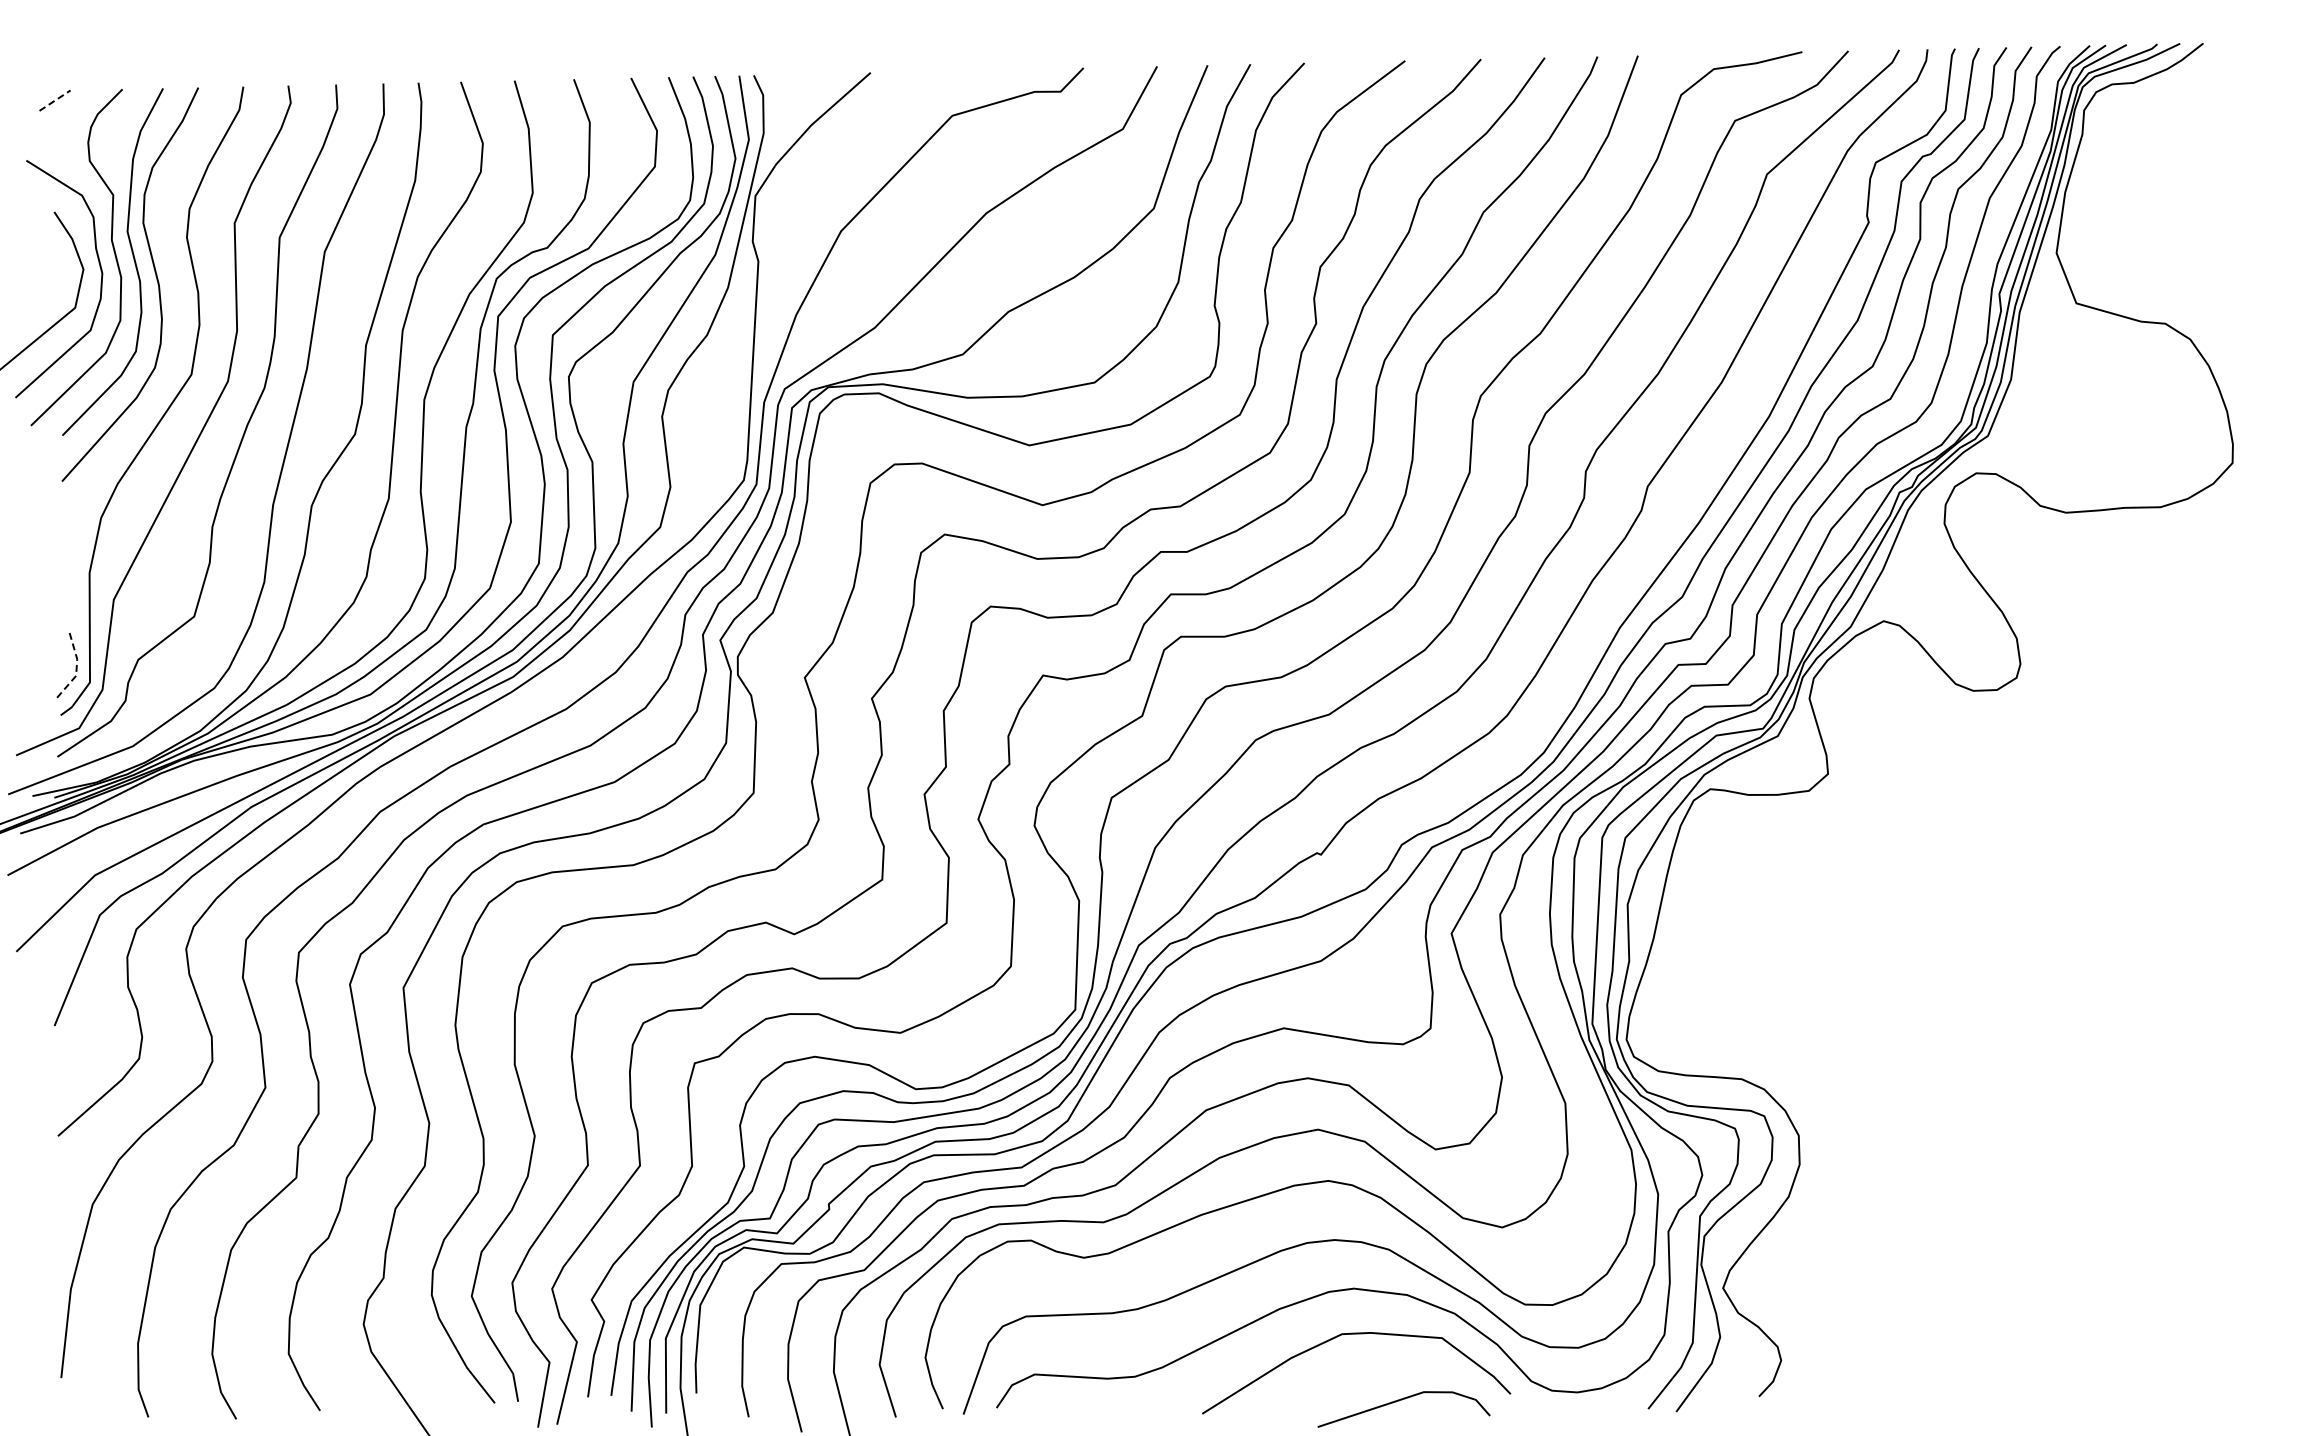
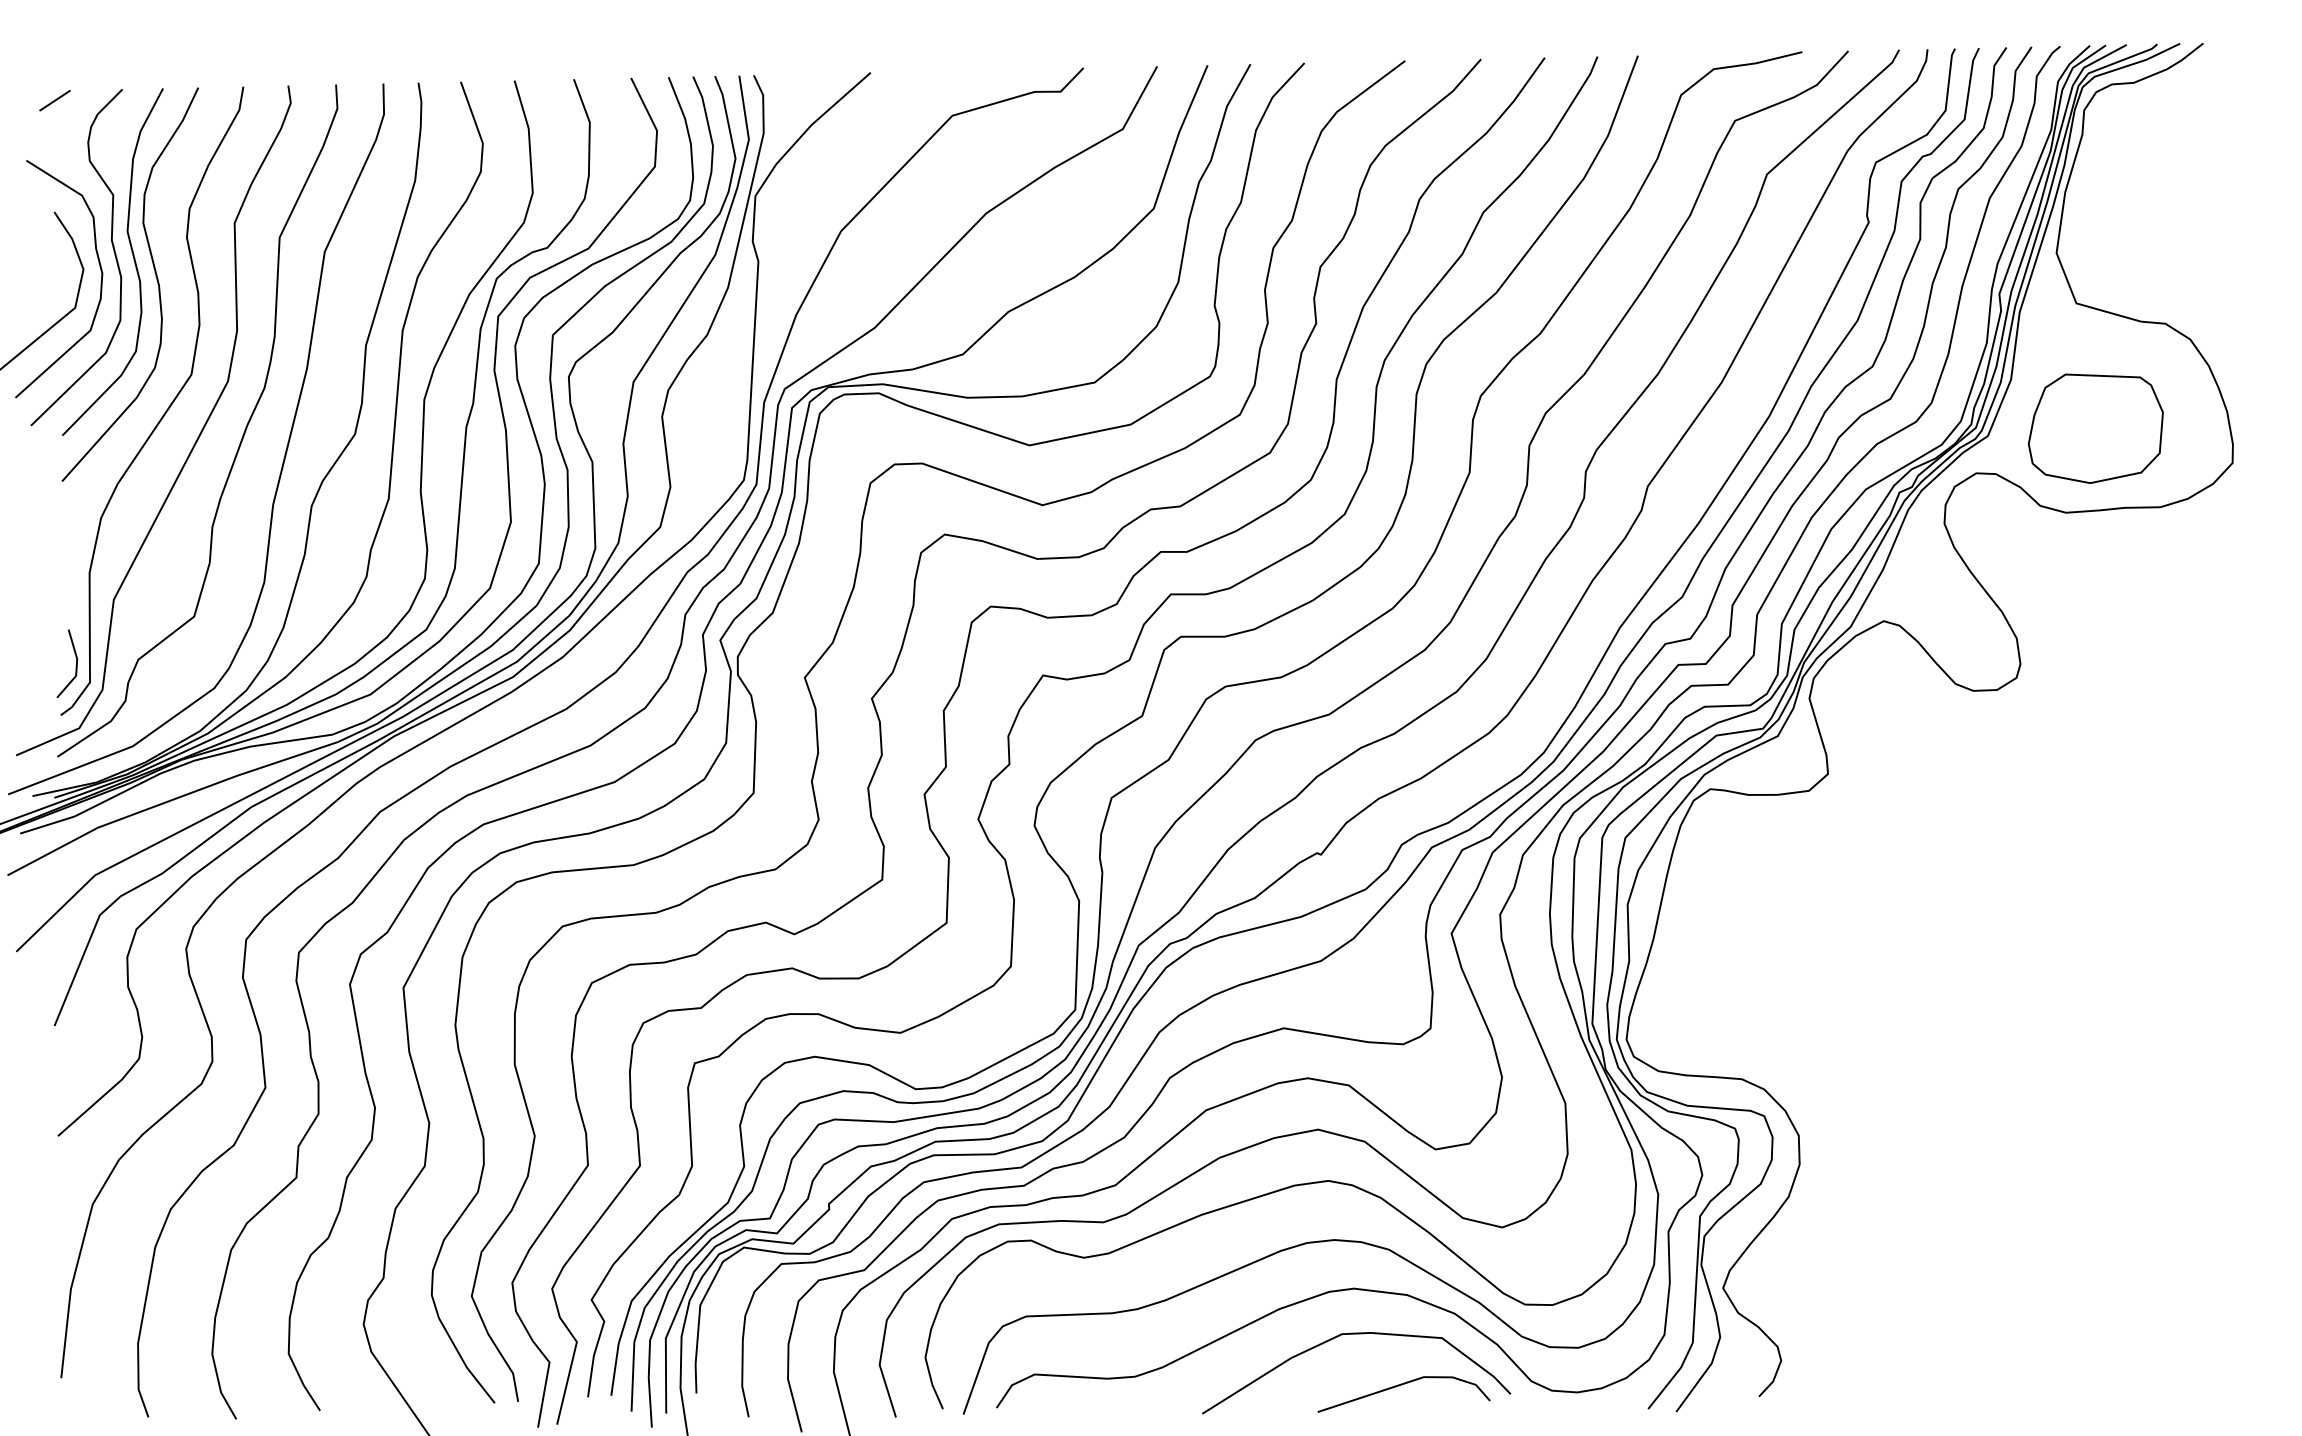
line at (55, 100): dashed -> solid
part at (2095, 428): none -> present
line at (76, 667): dashed -> solid
line at (1399, 1401) position: (1399, 1401) -> (1399, 1386)
